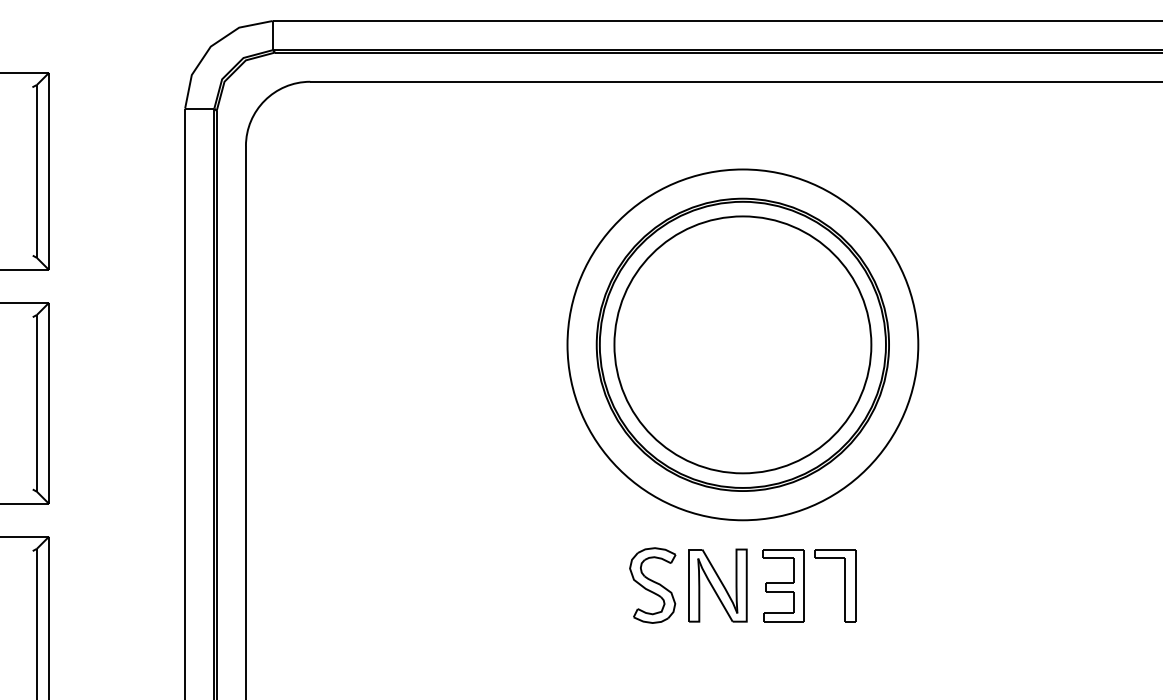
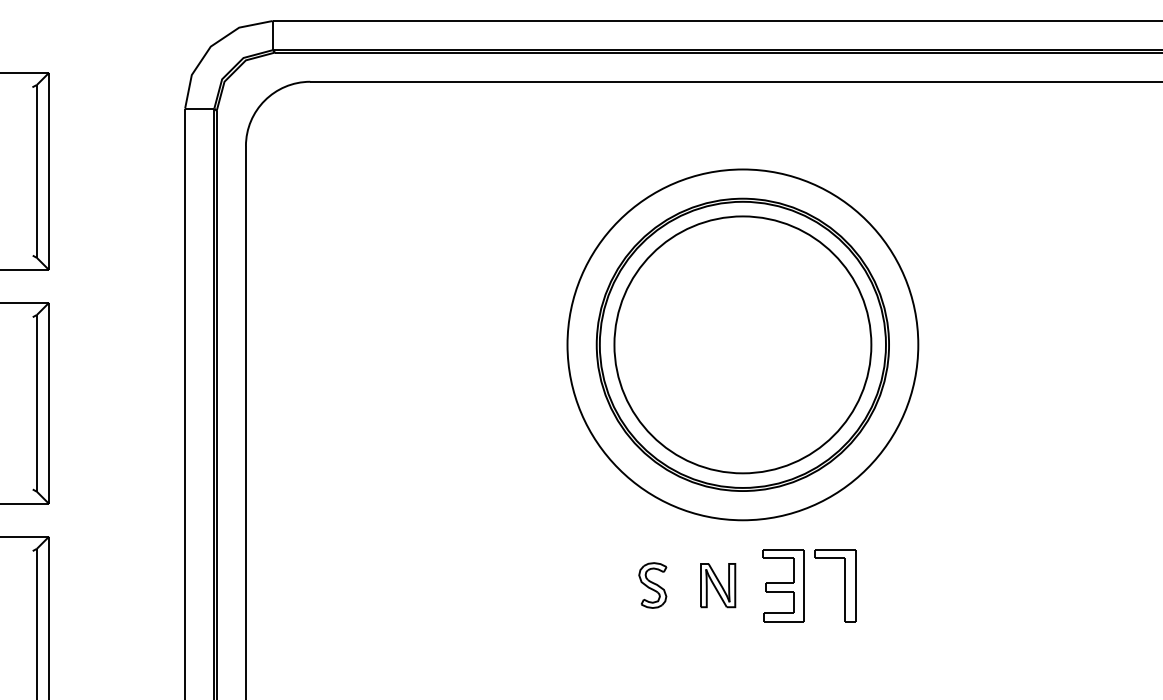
part at (652, 585) size: 48x77 px -> 30x47 px
part at (717, 585) size: 60x75 px -> 37x46 px
